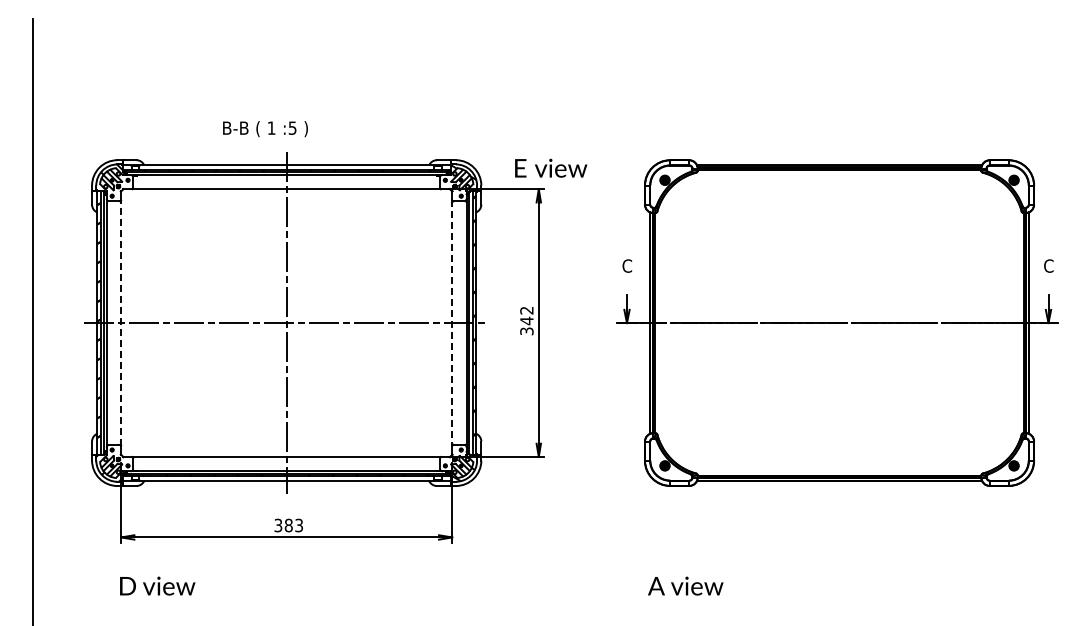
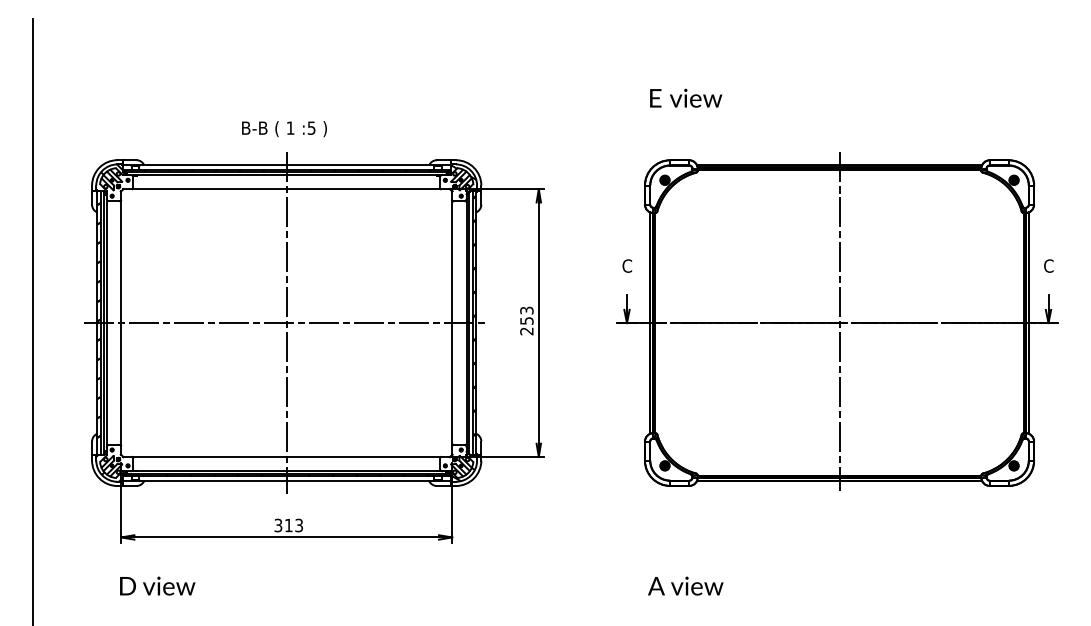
text at (265, 129) position: (265, 129) -> (284, 129)
text at (551, 167) position: (551, 167) -> (686, 97)
text at (526, 320): 342 -> 253
line at (839, 321): none -> present
line at (121, 323): dashed -> solid
line at (452, 323): dashed -> solid
text at (288, 525): 383 -> 313
